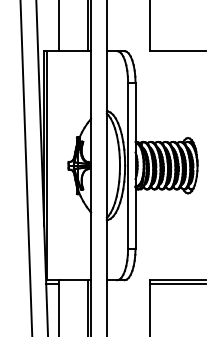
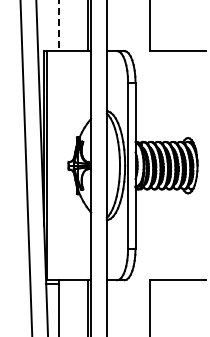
line at (59, 26): solid -> dashed
line at (178, 284): present -> none
